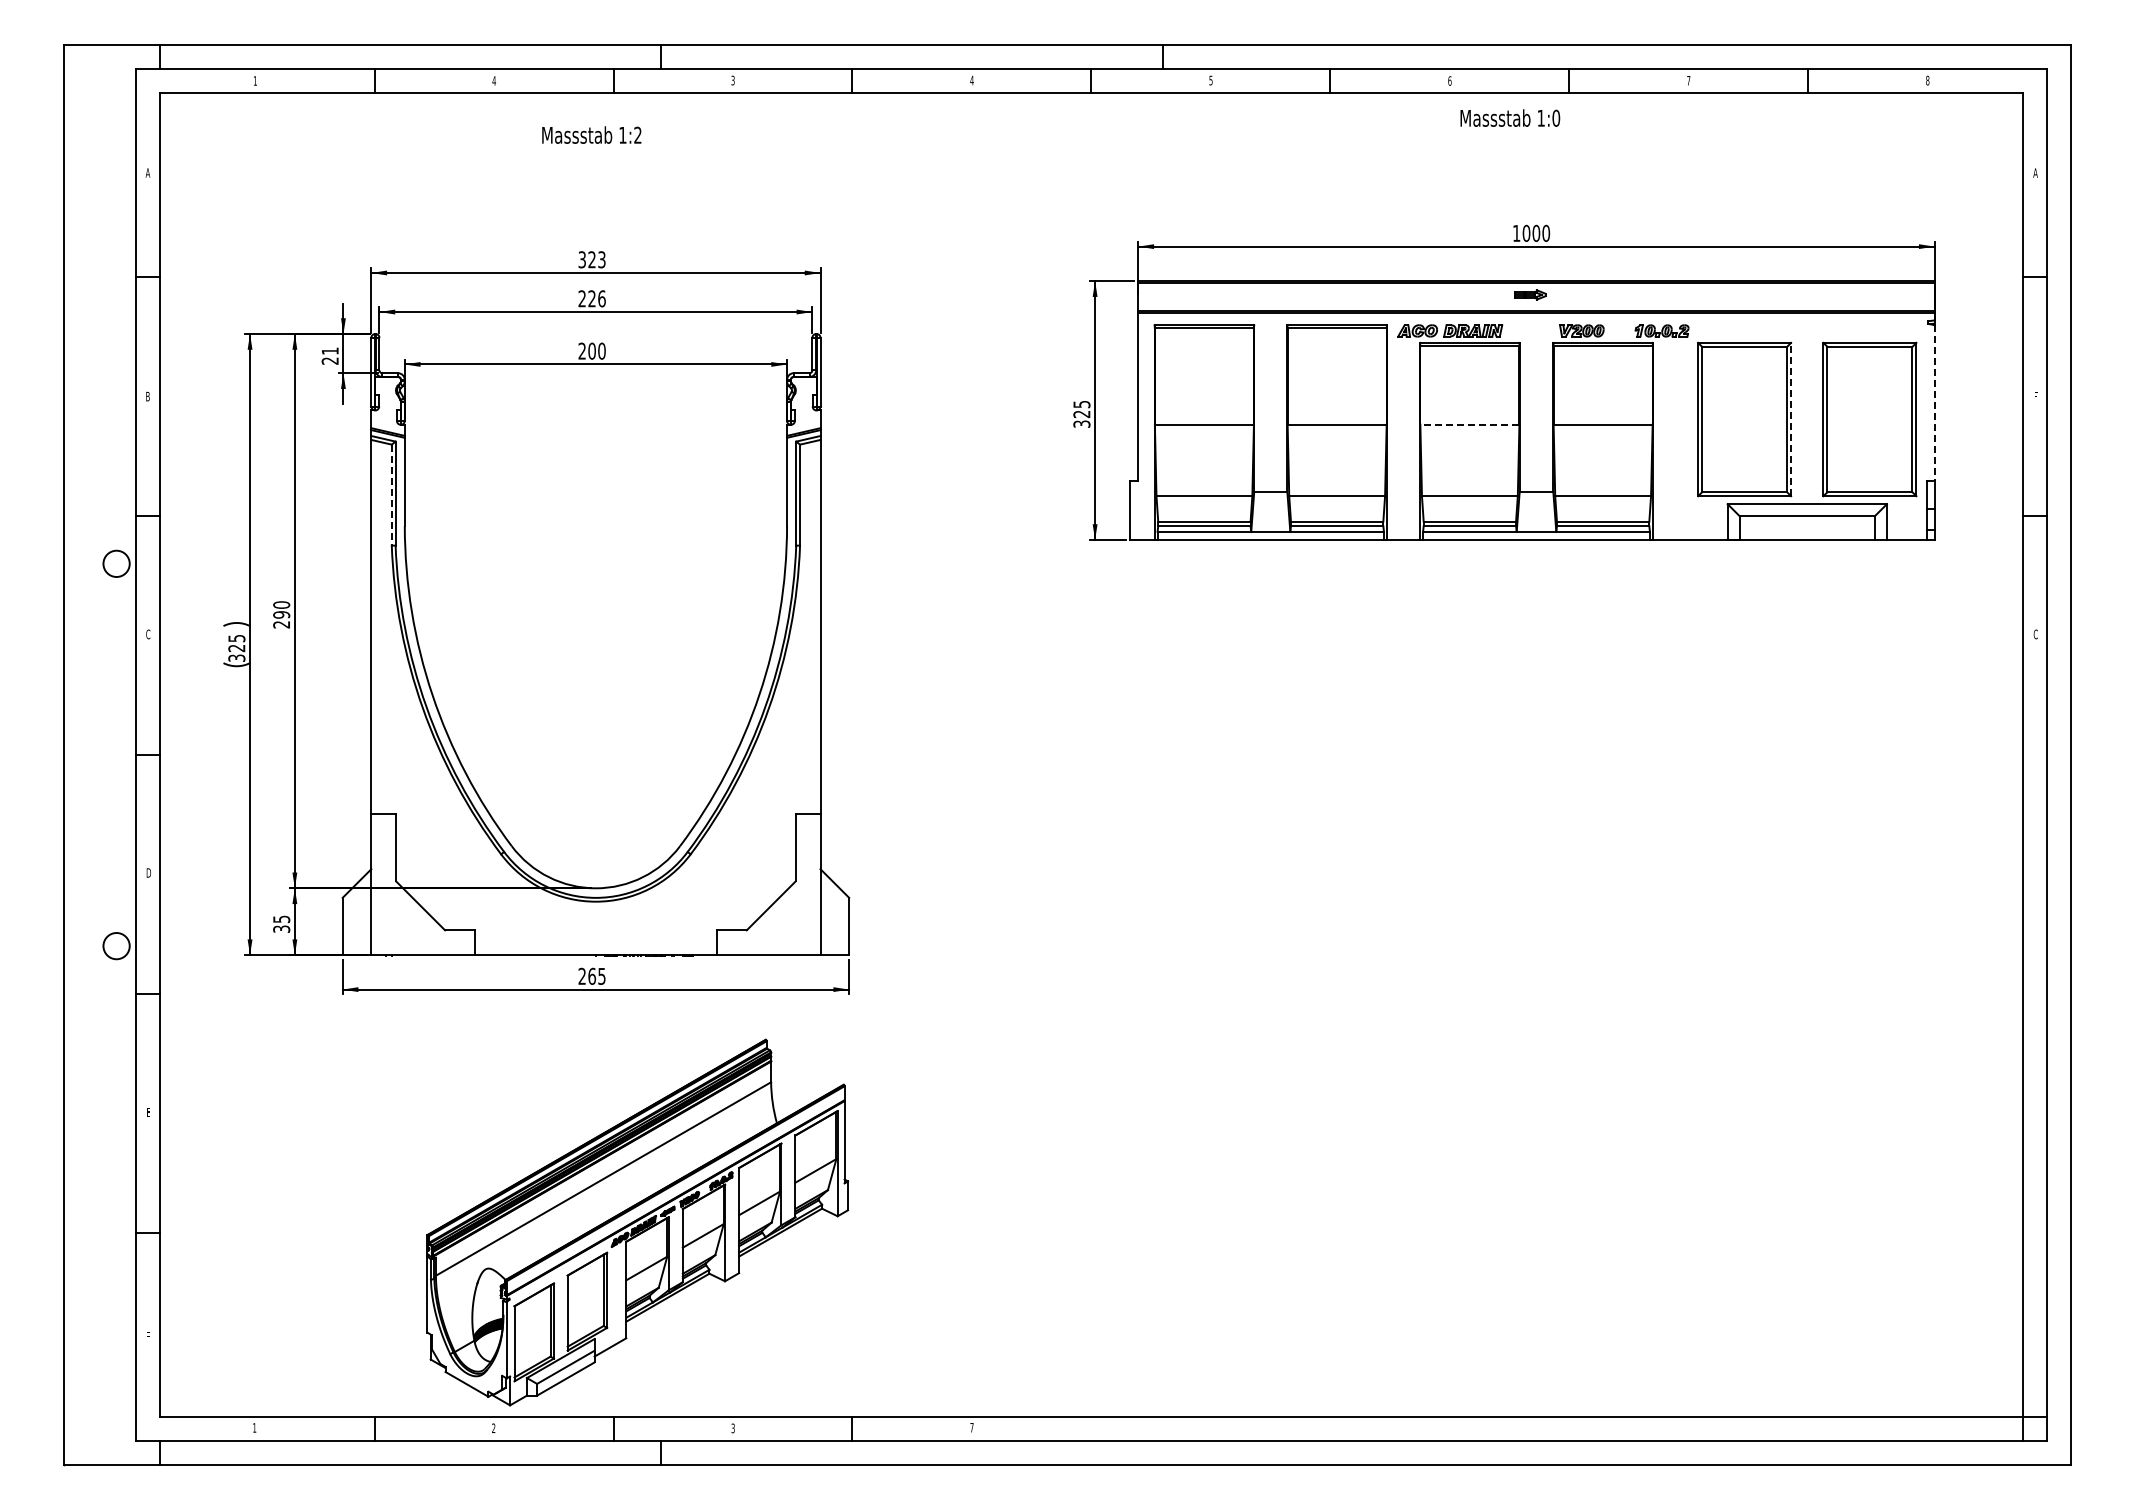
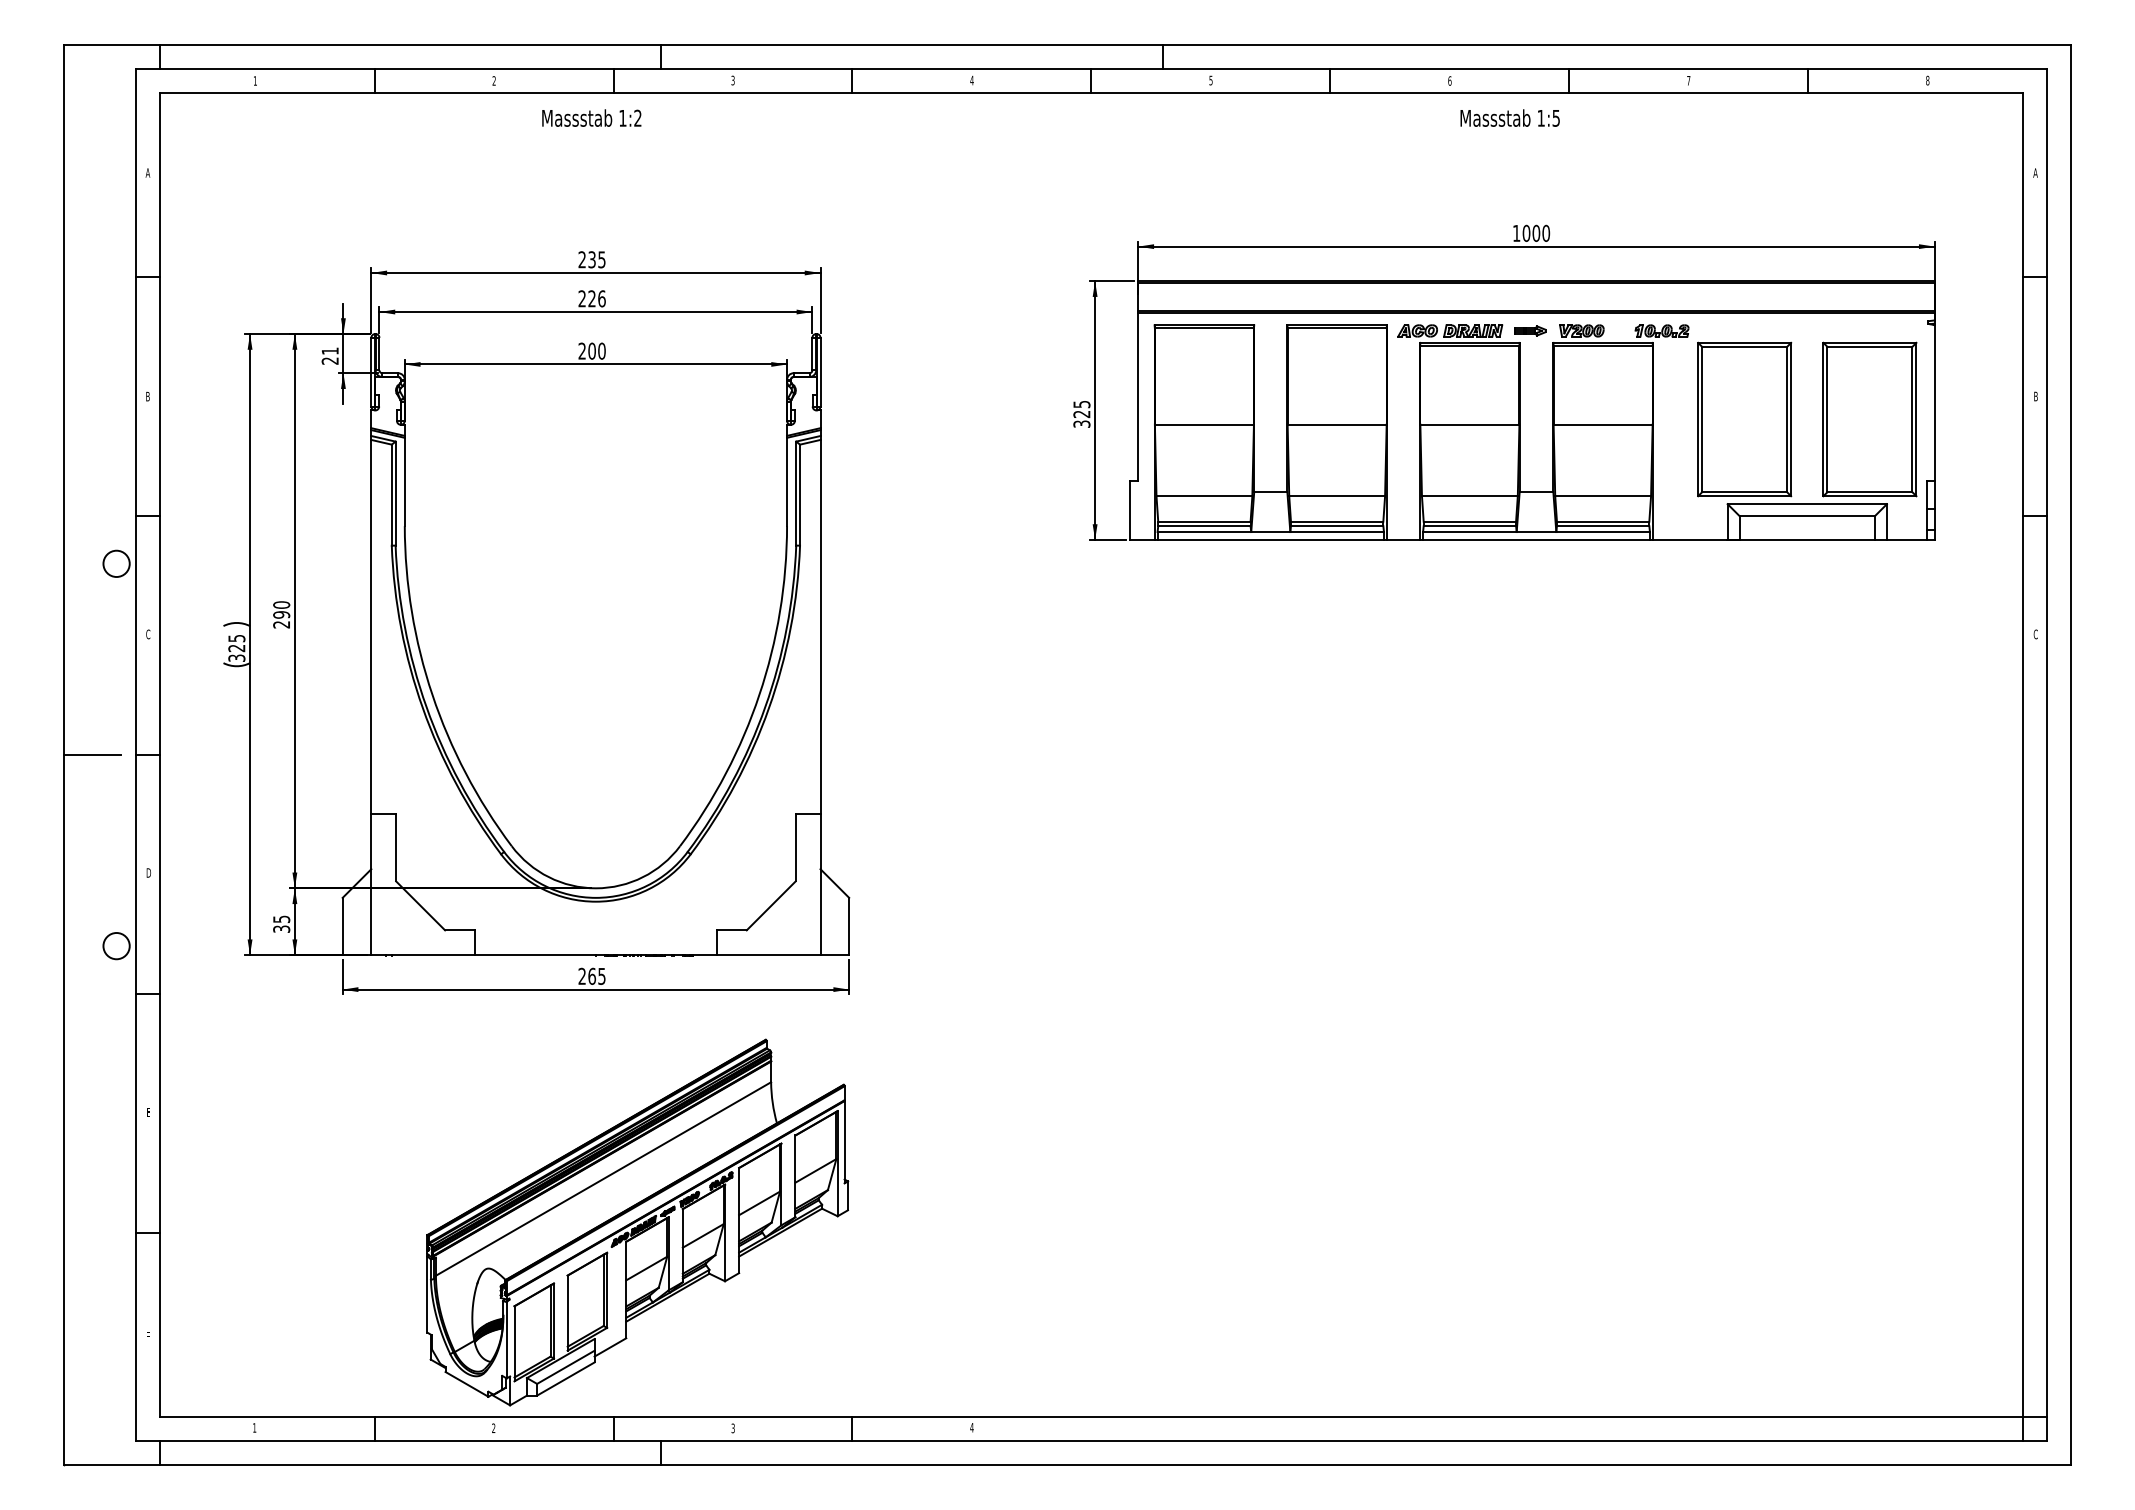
text at (493, 80): 4 -> 2
text at (1556, 117): 1:0 -> 1:5
text at (591, 134) position: (591, 134) -> (591, 117)
text at (591, 259): 323 -> 235
part at (1530, 294) position: (1530, 294) -> (1530, 330)
text at (2035, 396): F -> B
line at (1934, 403): dashed -> solid
line at (1791, 419): dashed -> solid
line at (1469, 424): dashed -> solid
line at (391, 495): dashed -> solid
line at (92, 755): none -> present
text at (971, 1427): 7 -> 4
